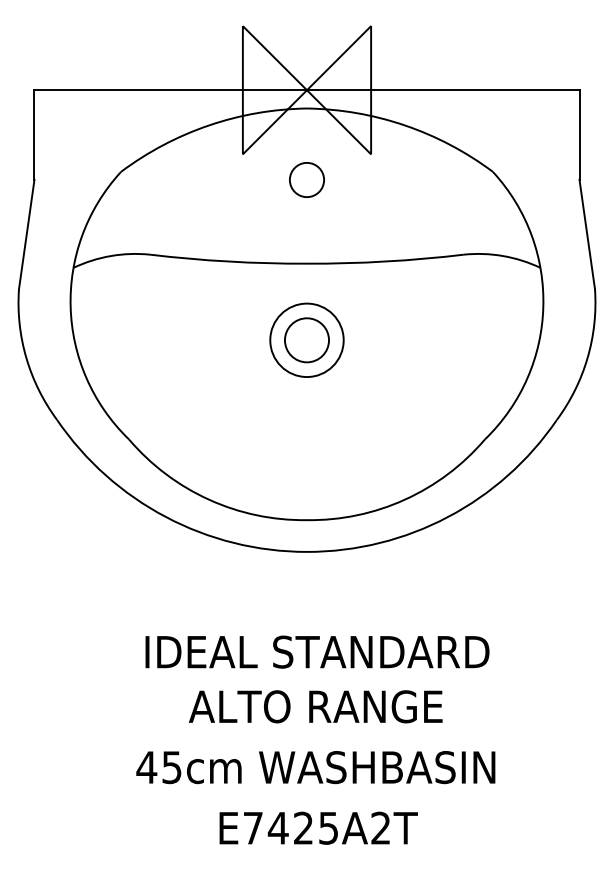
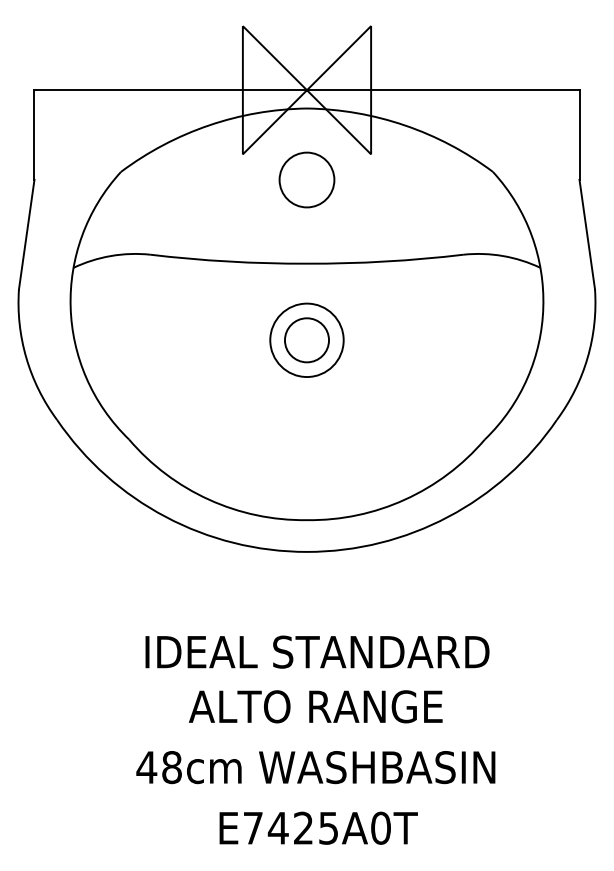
circle at (306, 179) size: 36x36 px -> 58x58 px
text at (171, 767): 45cm -> 48cm
text at (380, 827): E7425A2T -> E7425A0T
